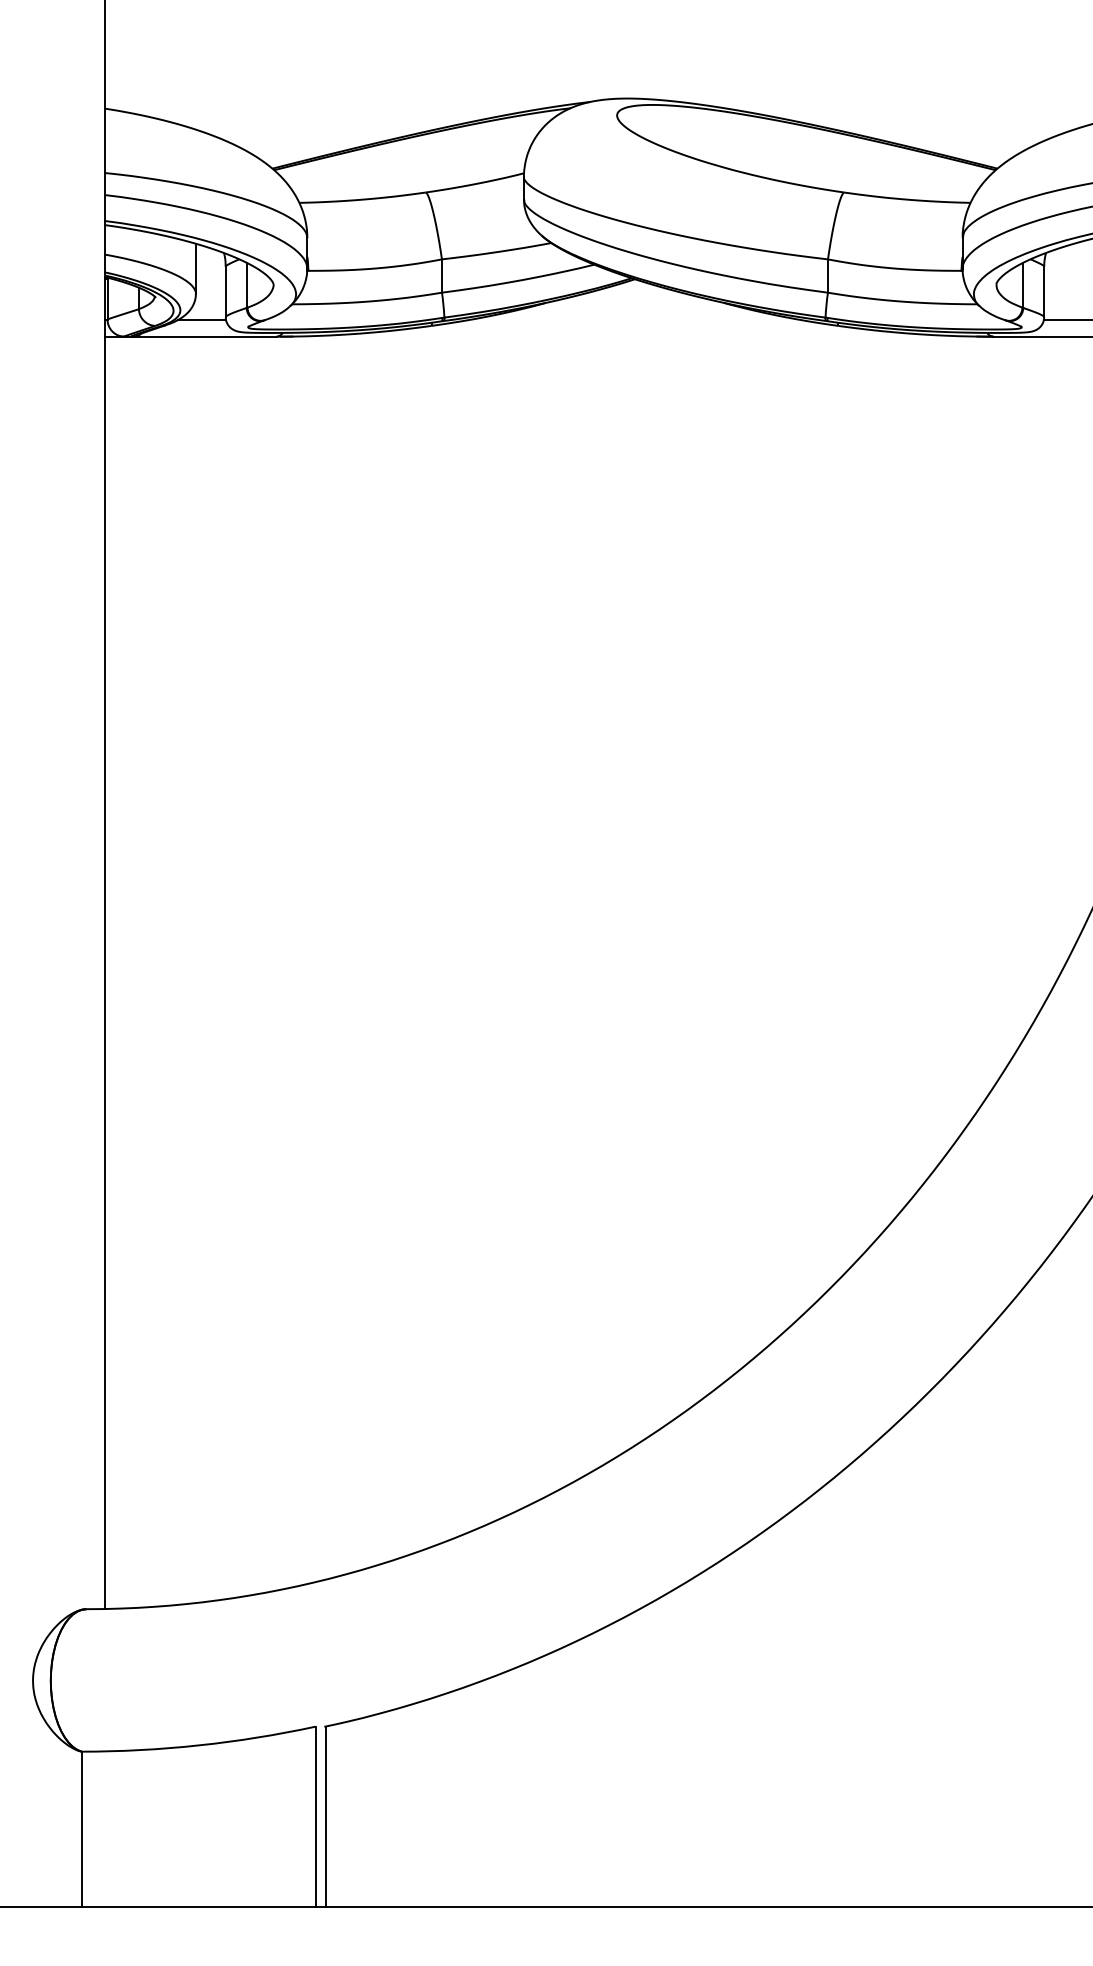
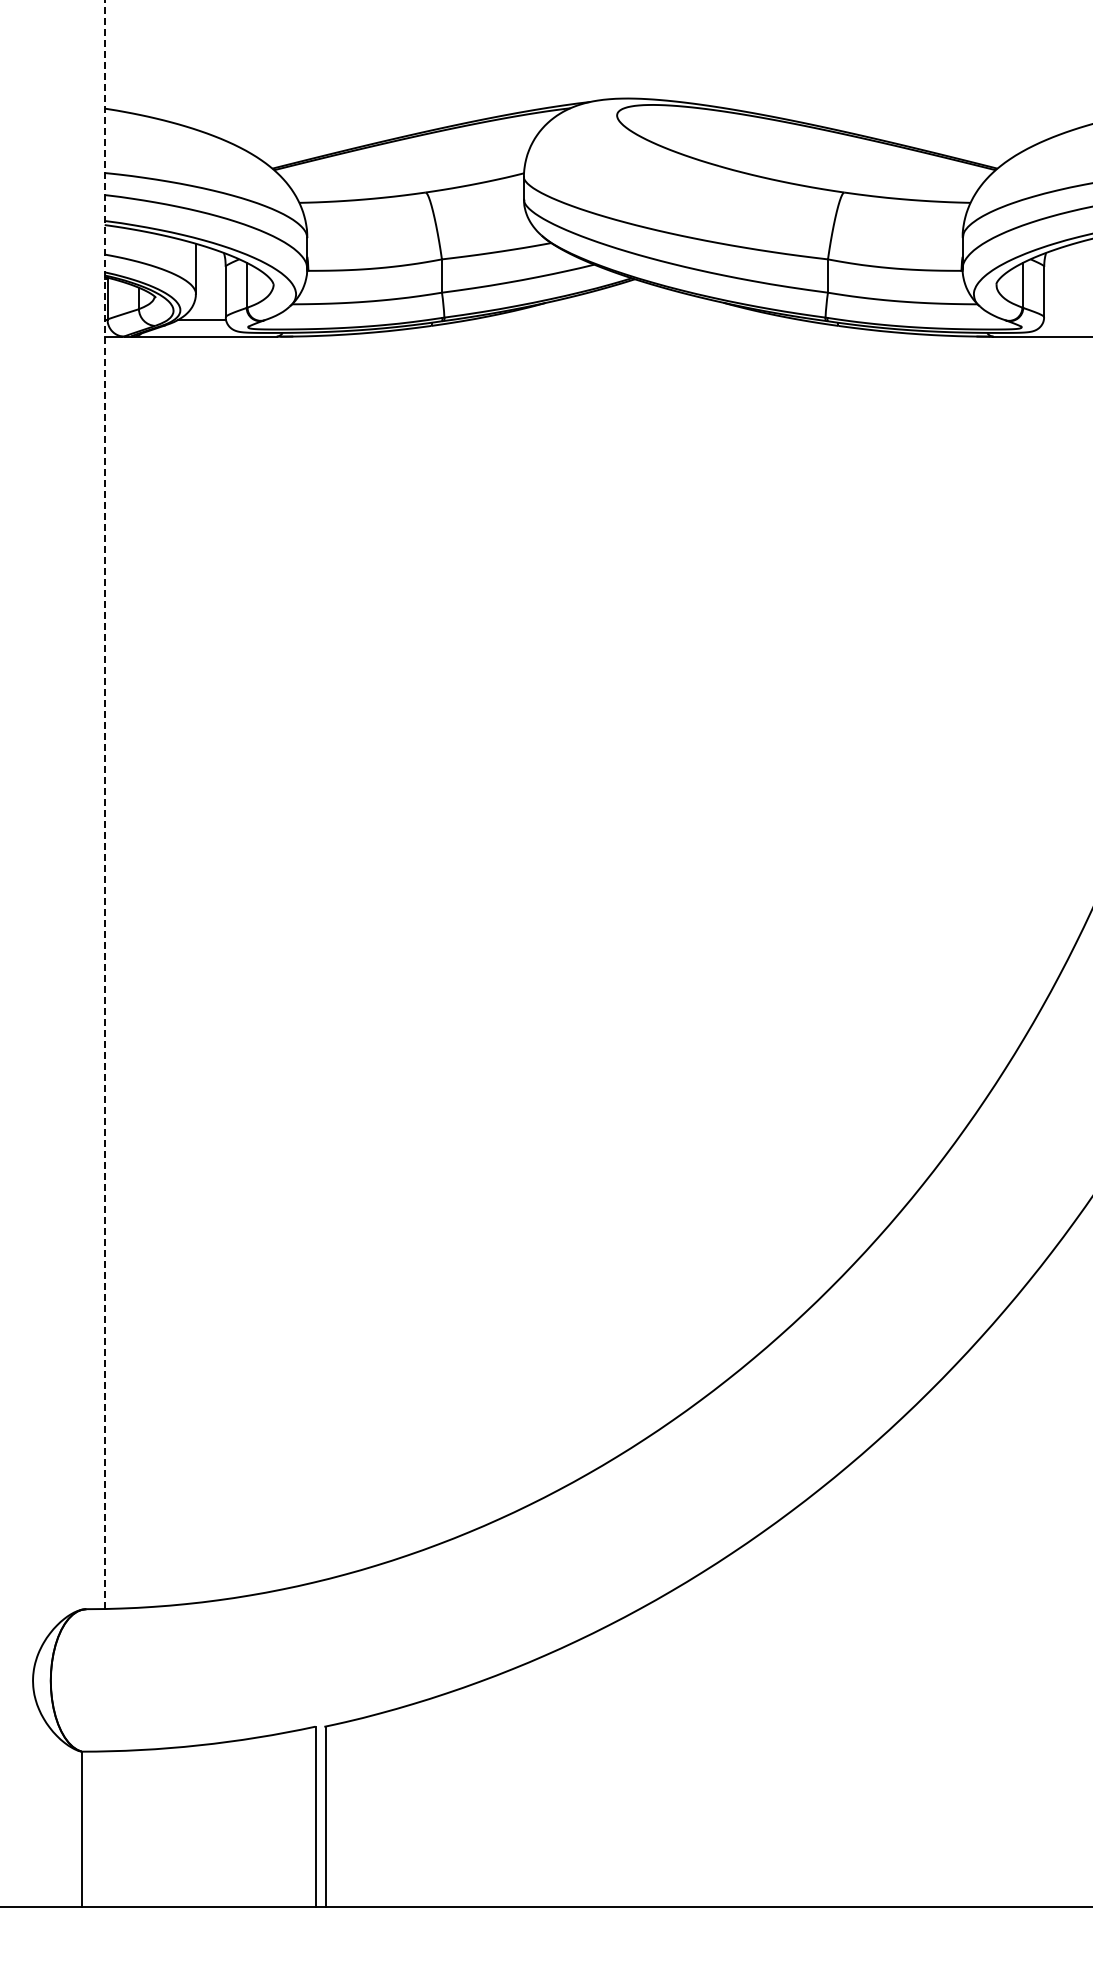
line at (1066, 319): present -> none
line at (104, 803): solid -> dashed
